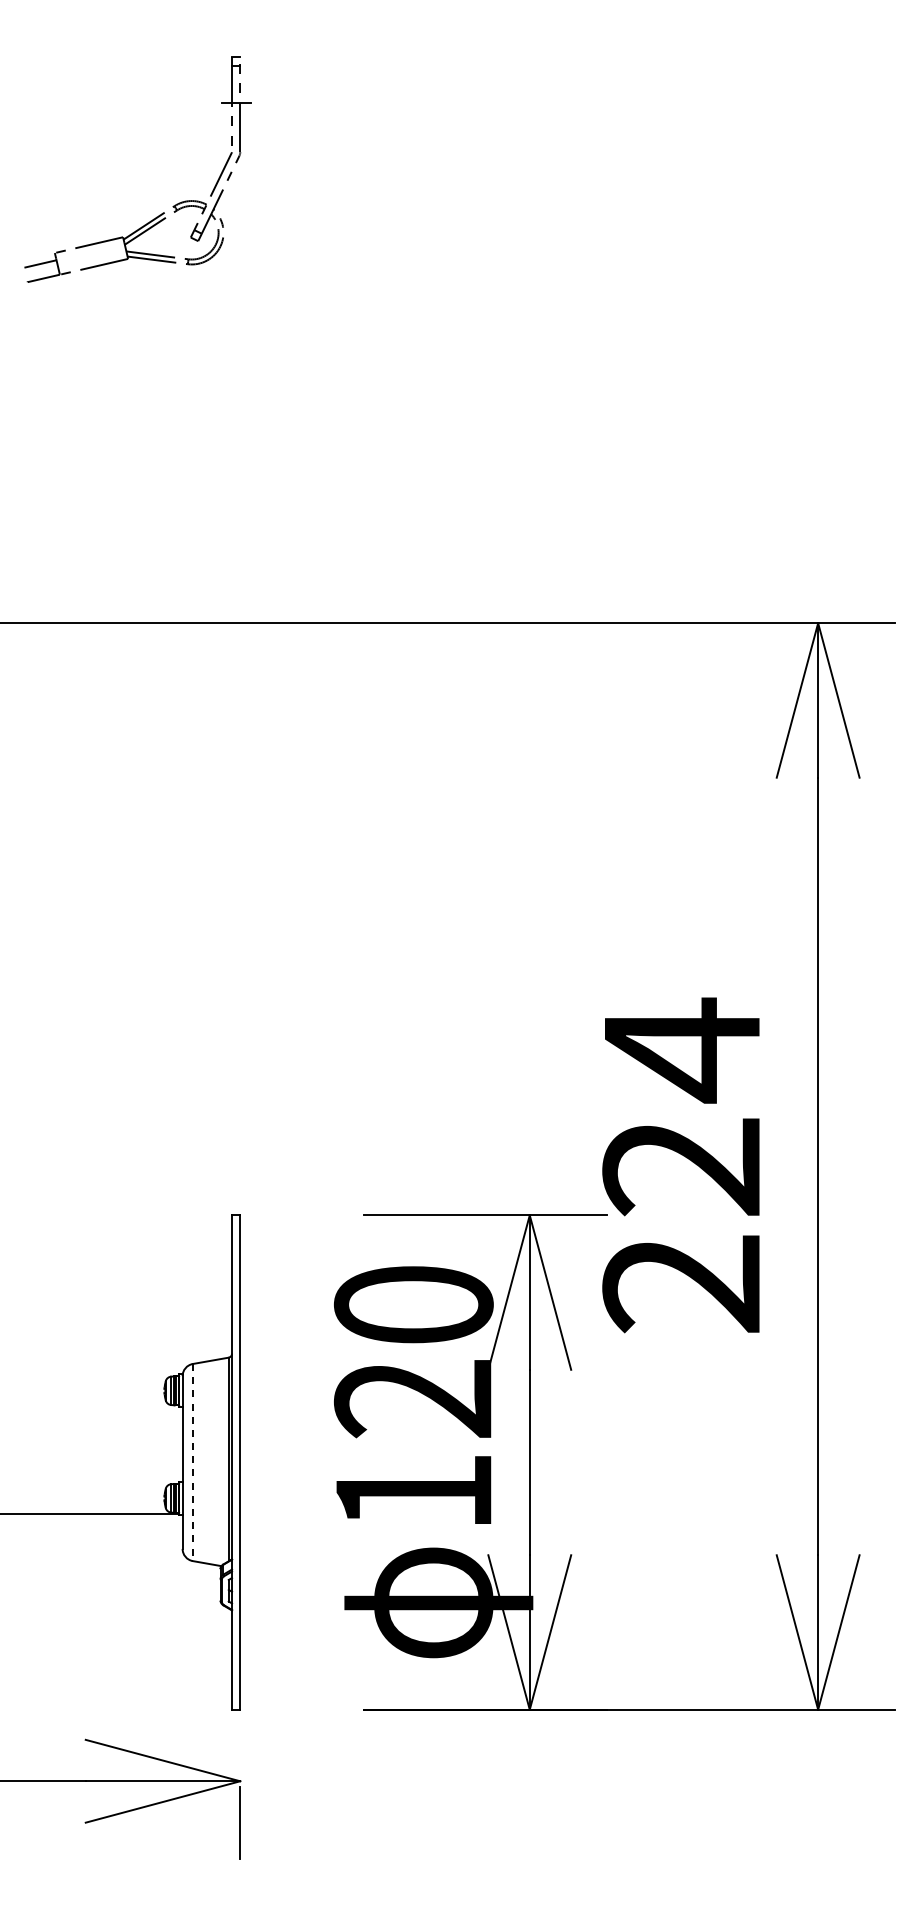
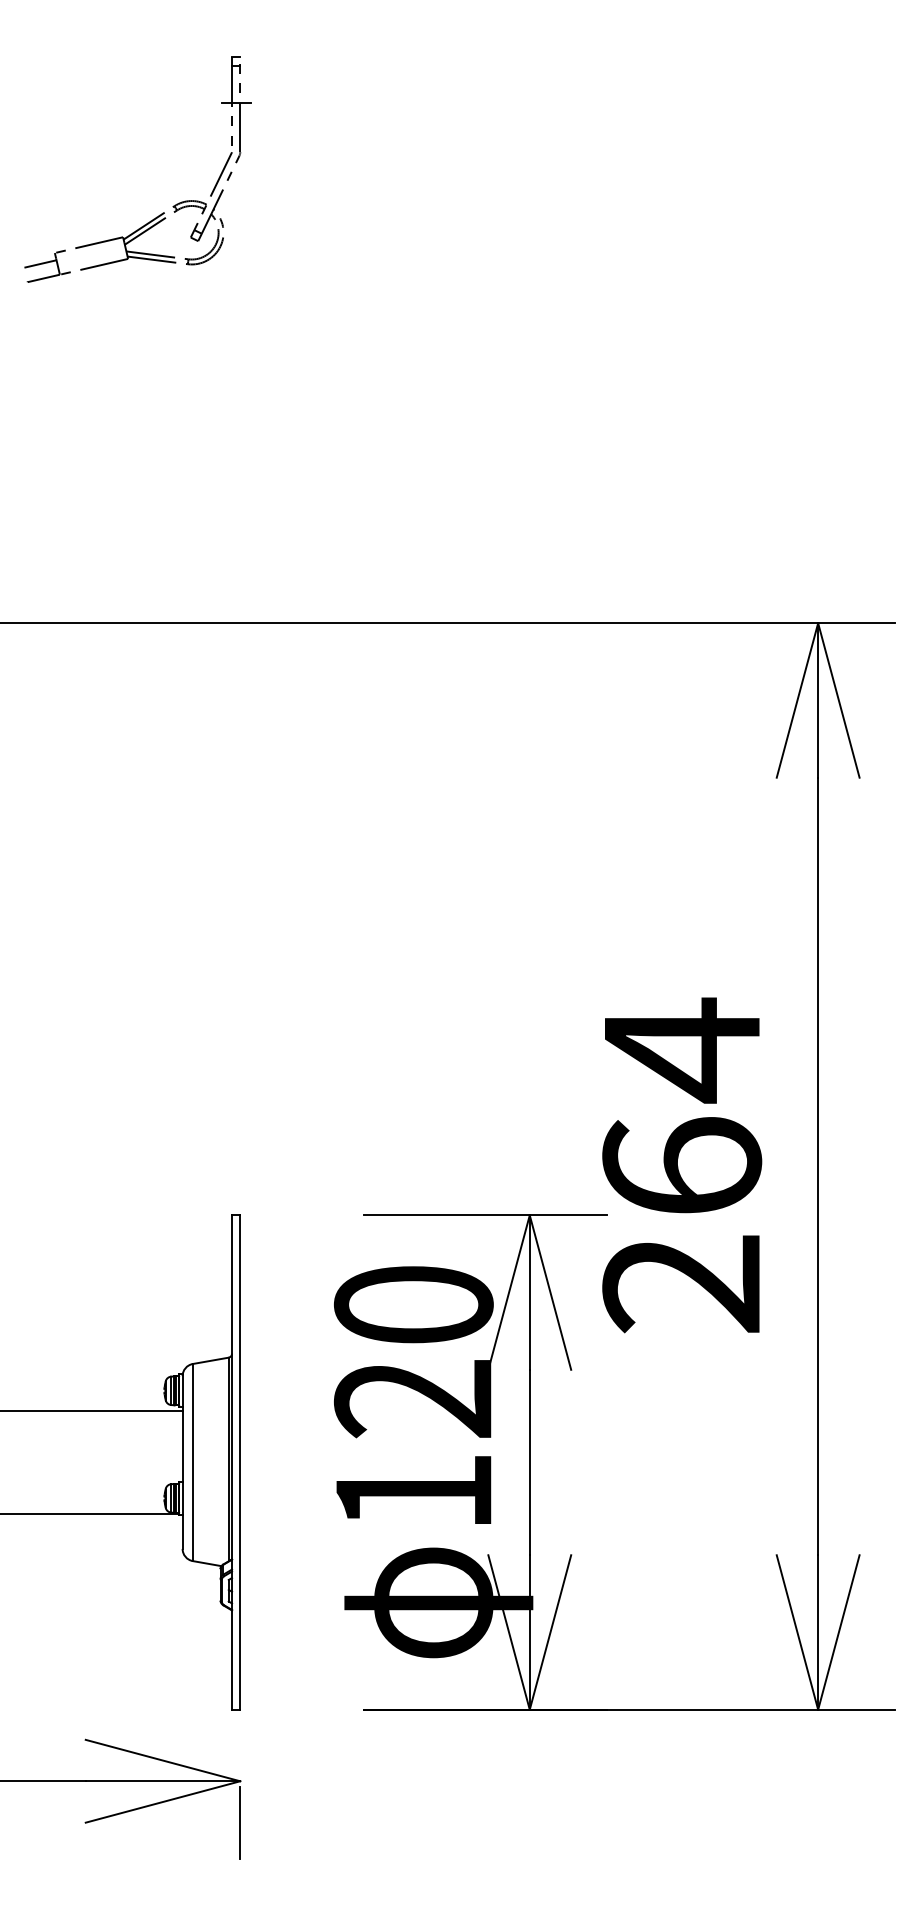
text at (682, 1166): 224 -> 264
line at (92, 1411): none -> present
line at (192, 1462): dashed -> solid
